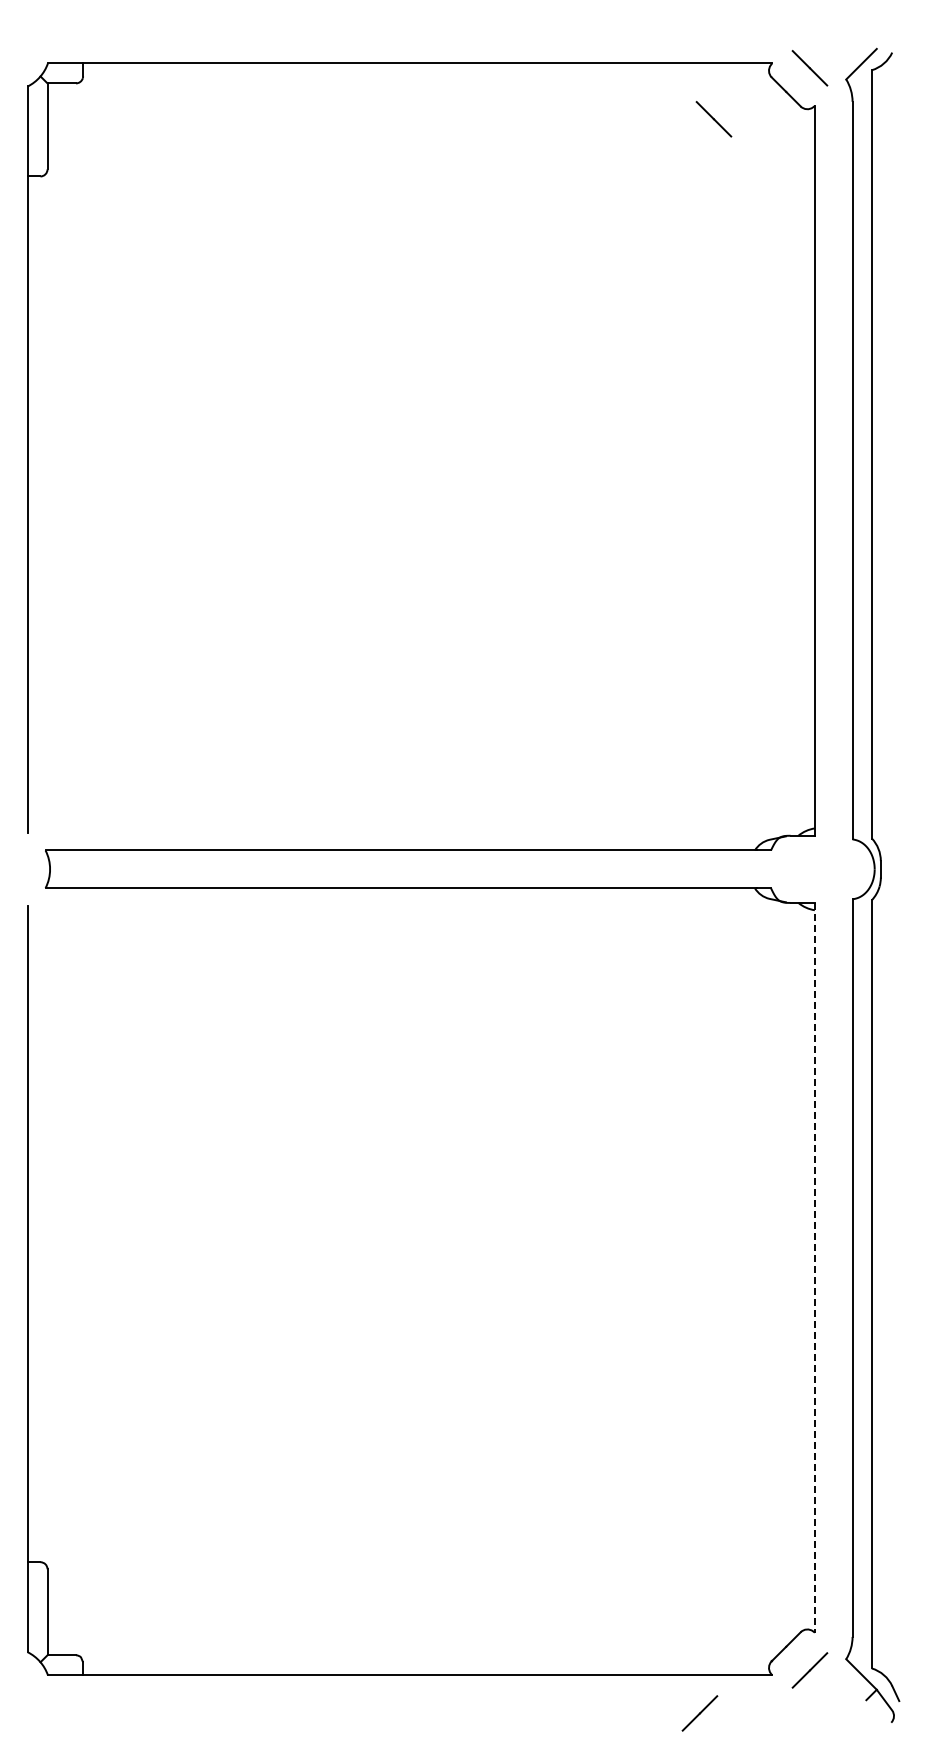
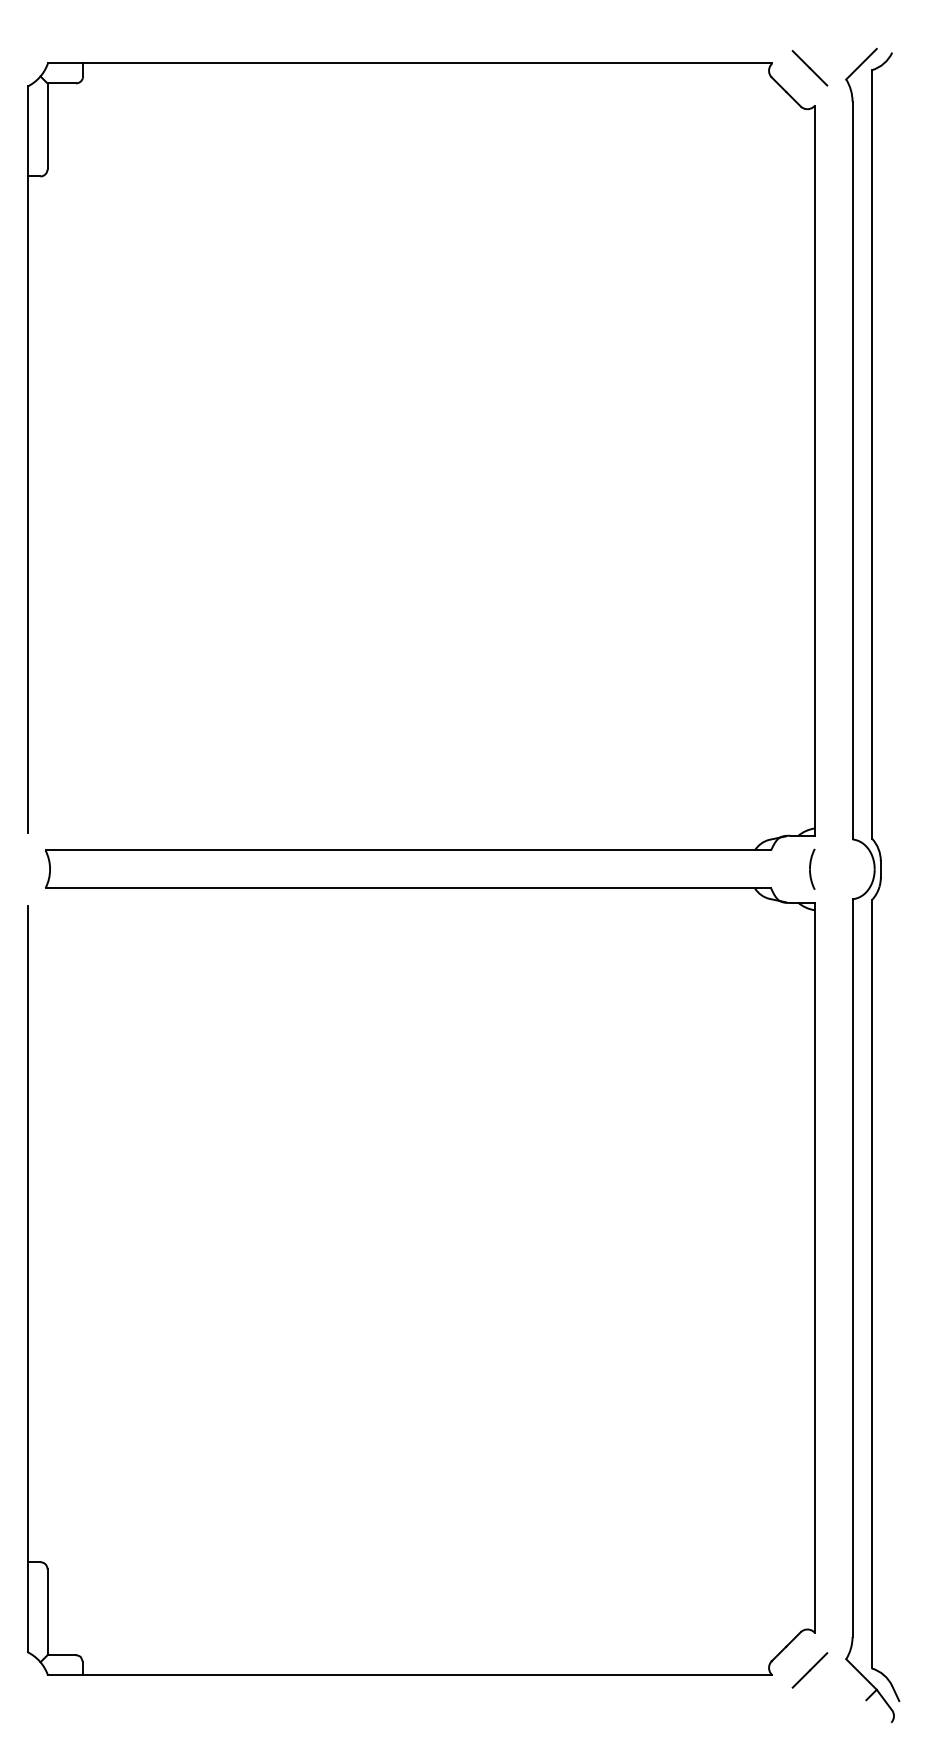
line at (713, 119): present -> none
part at (812, 868): none -> present
line at (814, 1267): dashed -> solid
line at (699, 1713): present -> none
